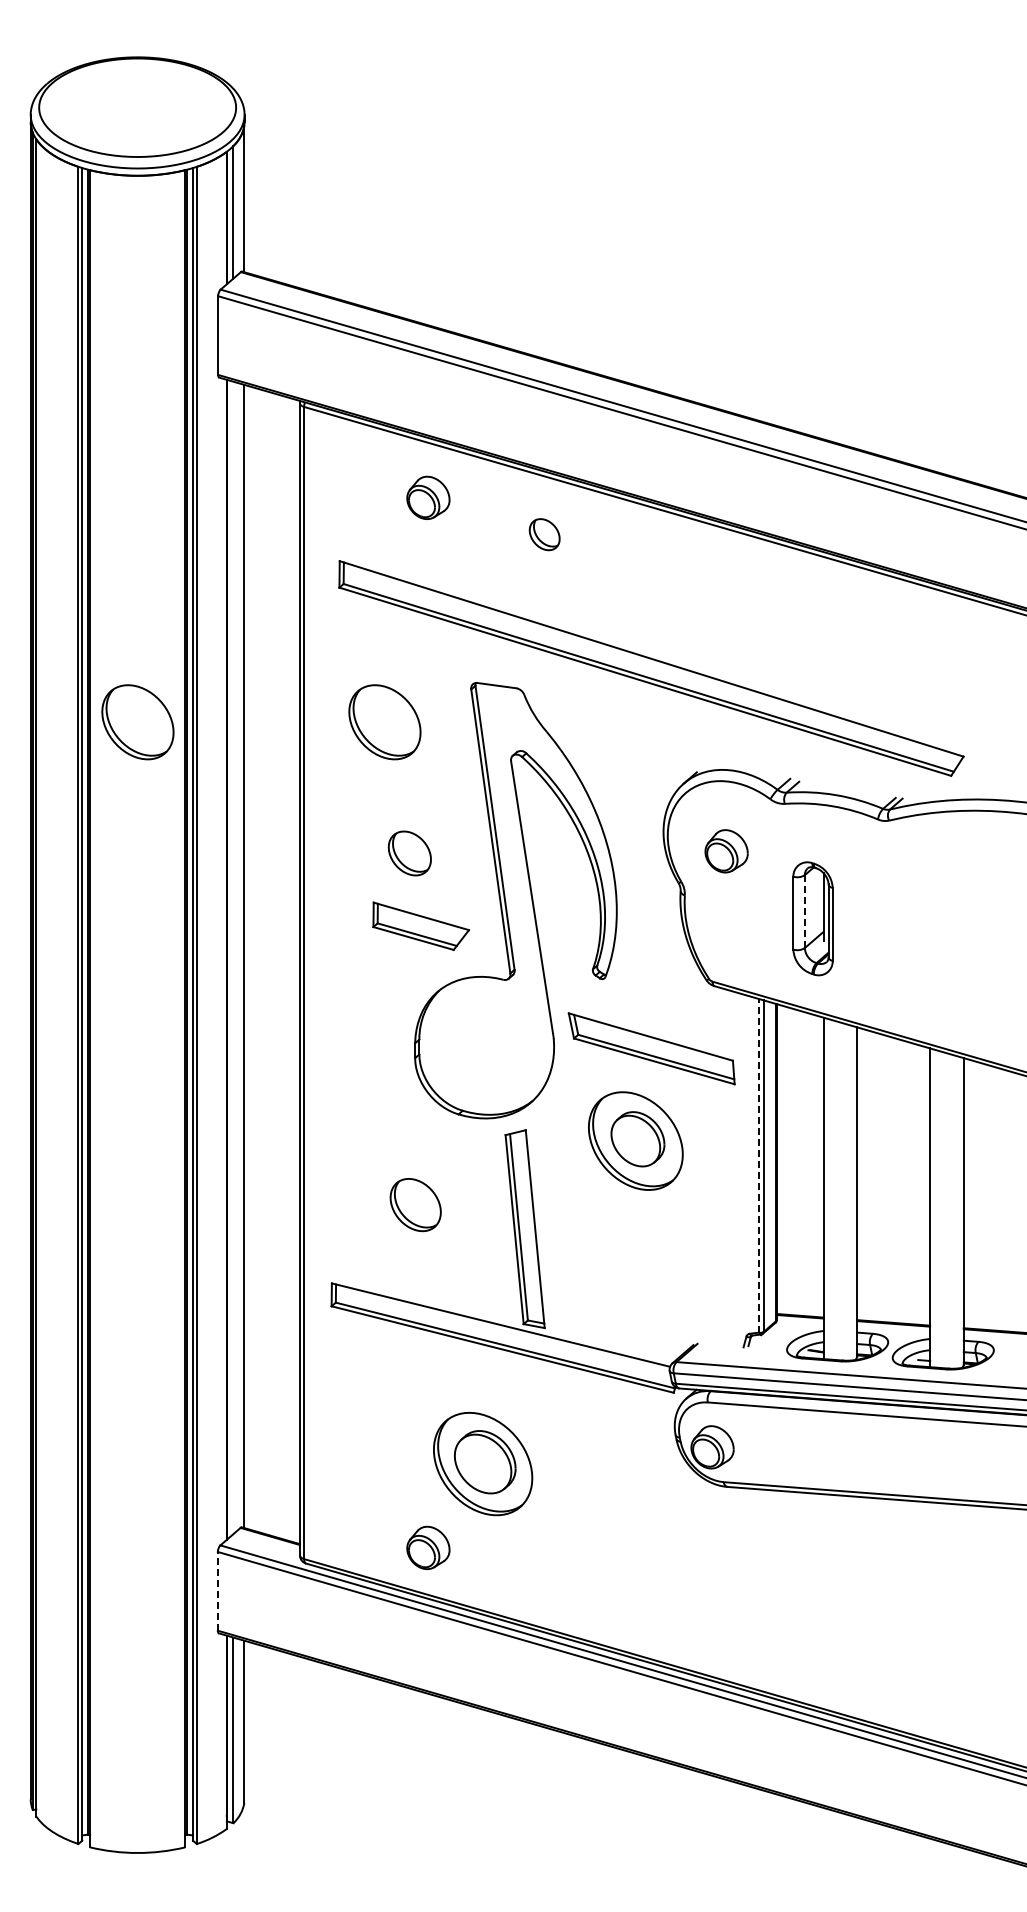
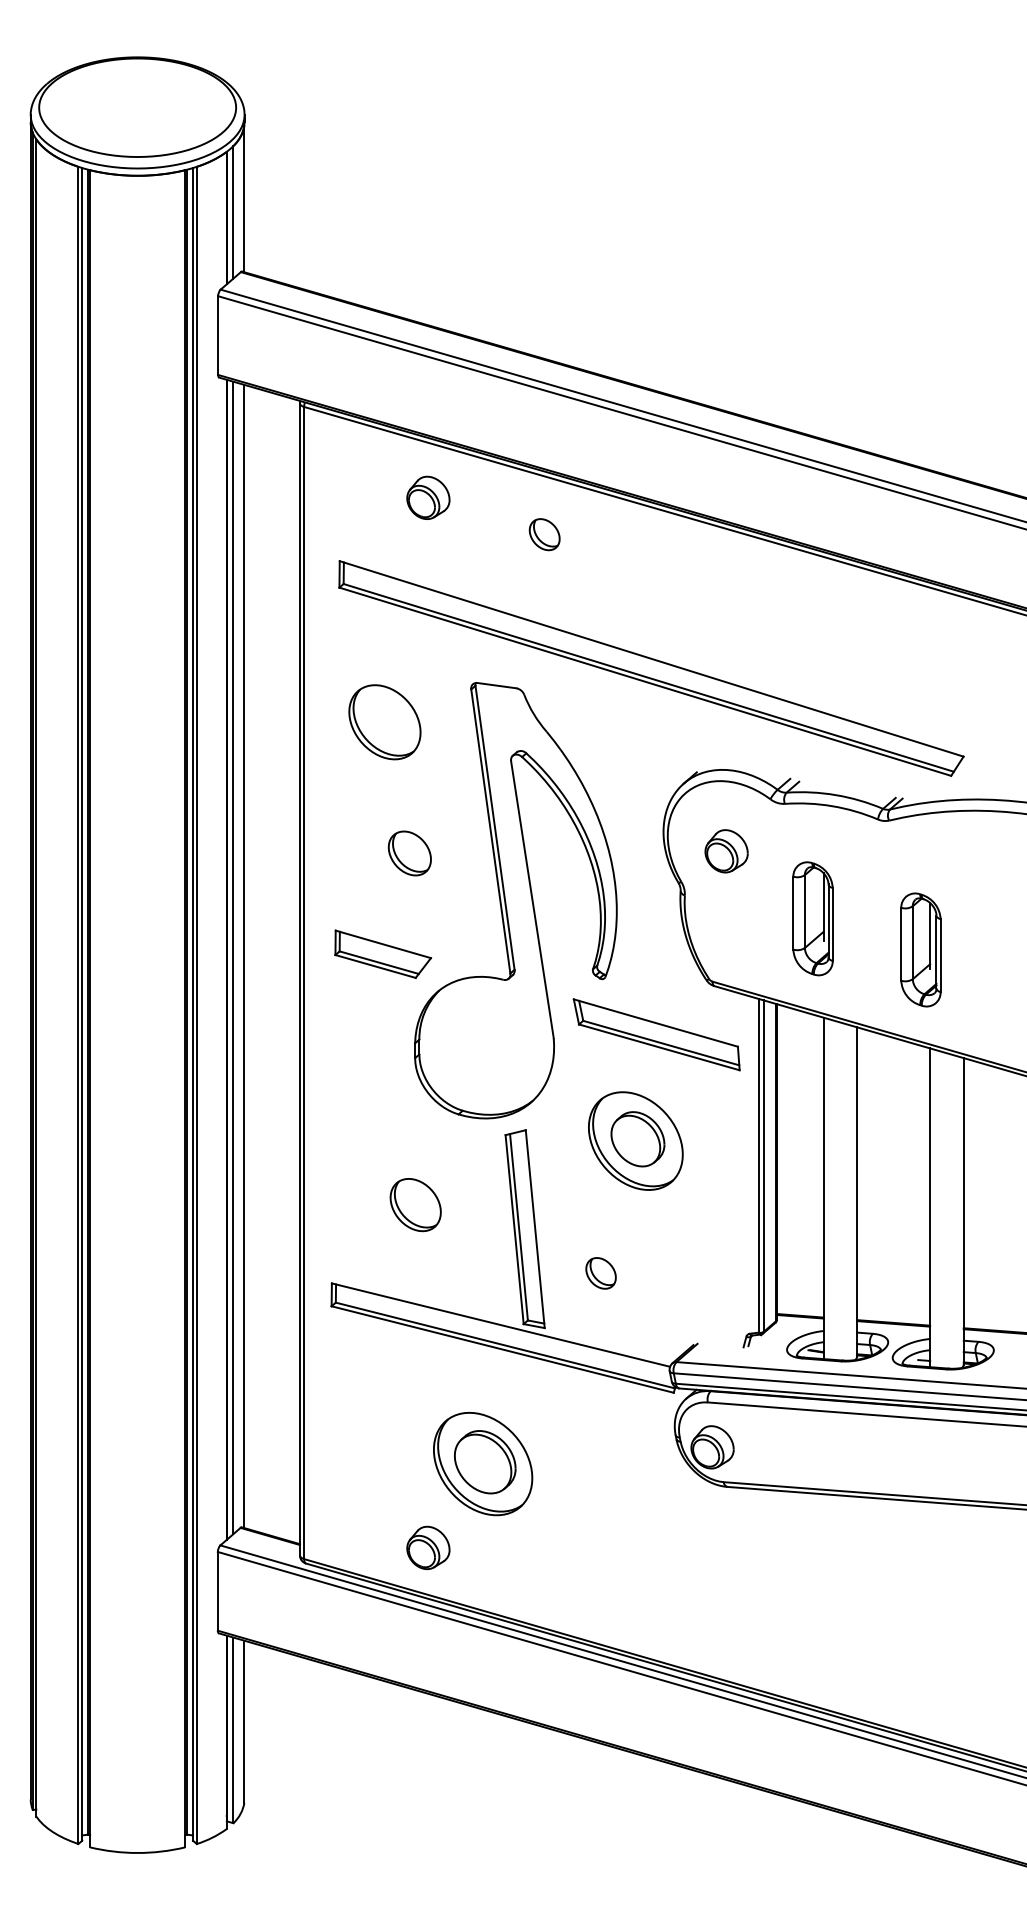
part at (137, 722): present -> none
line at (804, 912): dashed -> solid
part at (420, 925) position: (420, 925) -> (382, 953)
part at (920, 949): none -> present
line at (233, 957): none -> present
part at (651, 1048) position: (651, 1048) -> (656, 1034)
line at (758, 1165): dashed -> solid
part at (600, 1273): none -> present
line at (217, 1590): dashed -> solid
